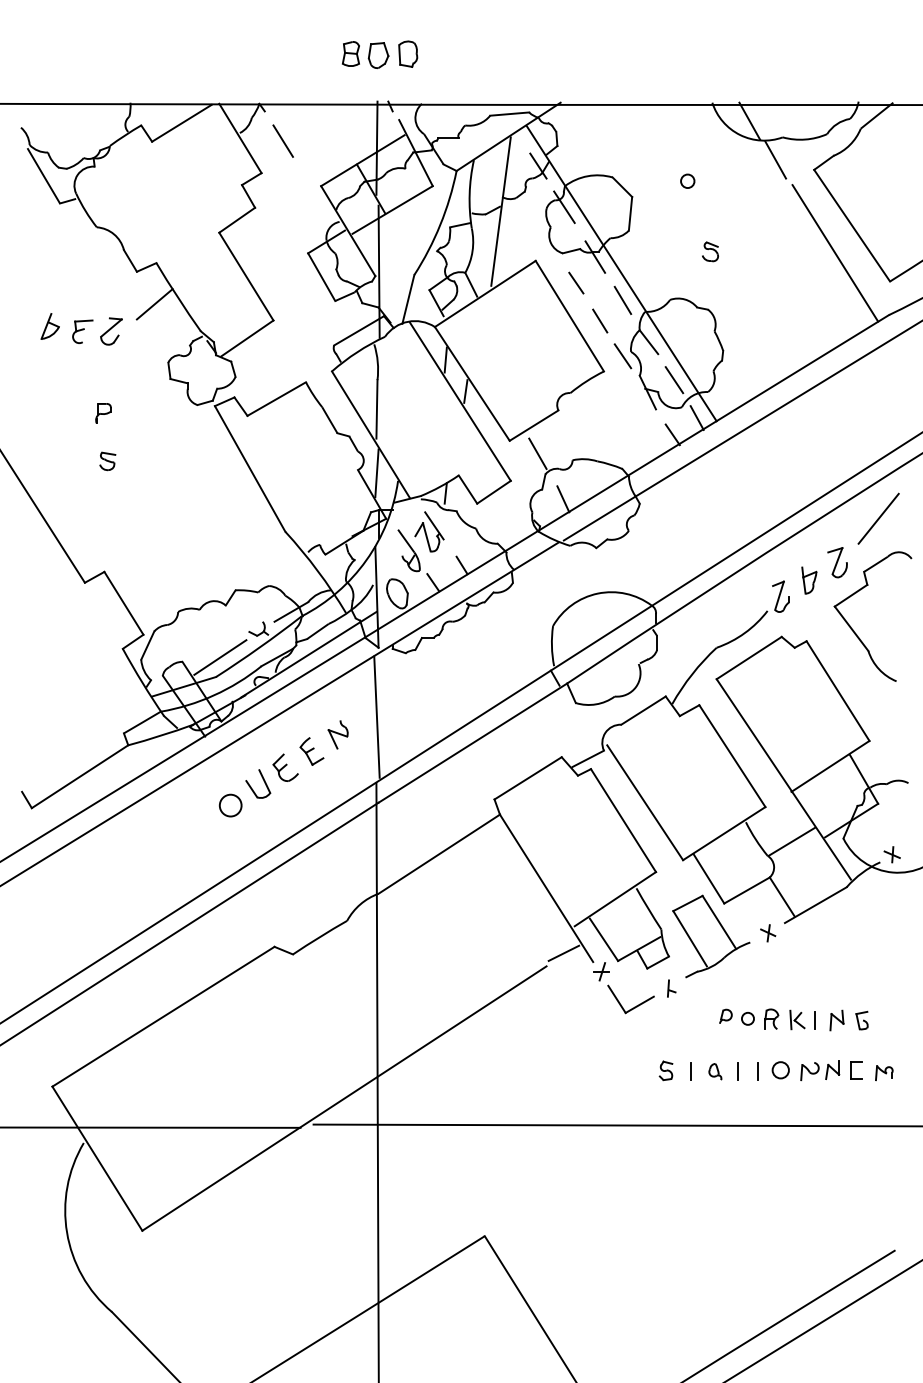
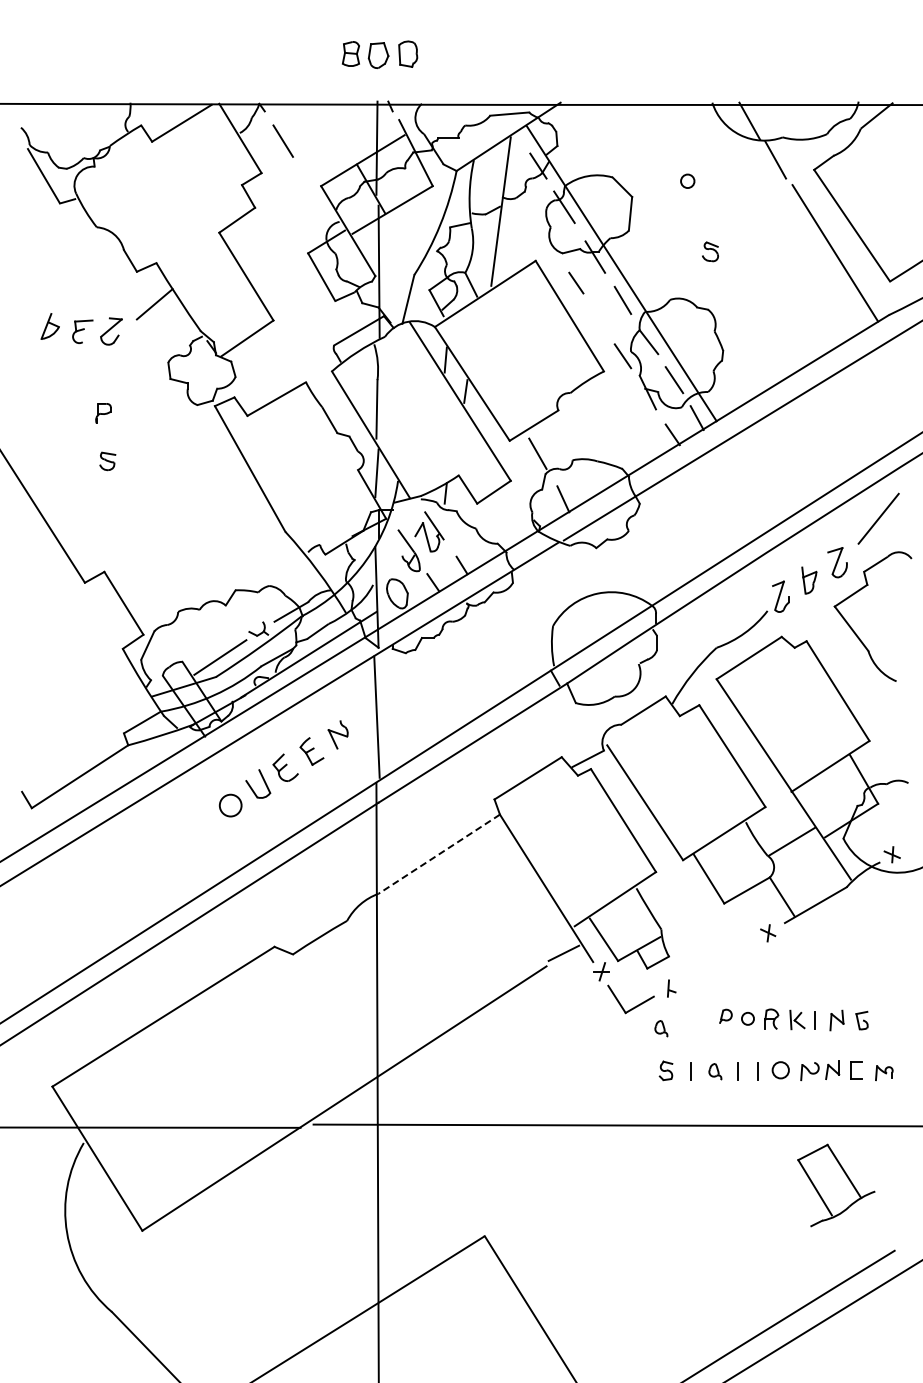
line at (600, 320): present -> none
line at (438, 854): solid -> dashed
part at (711, 936) position: (711, 936) -> (836, 1185)
part at (661, 1028): none -> present
